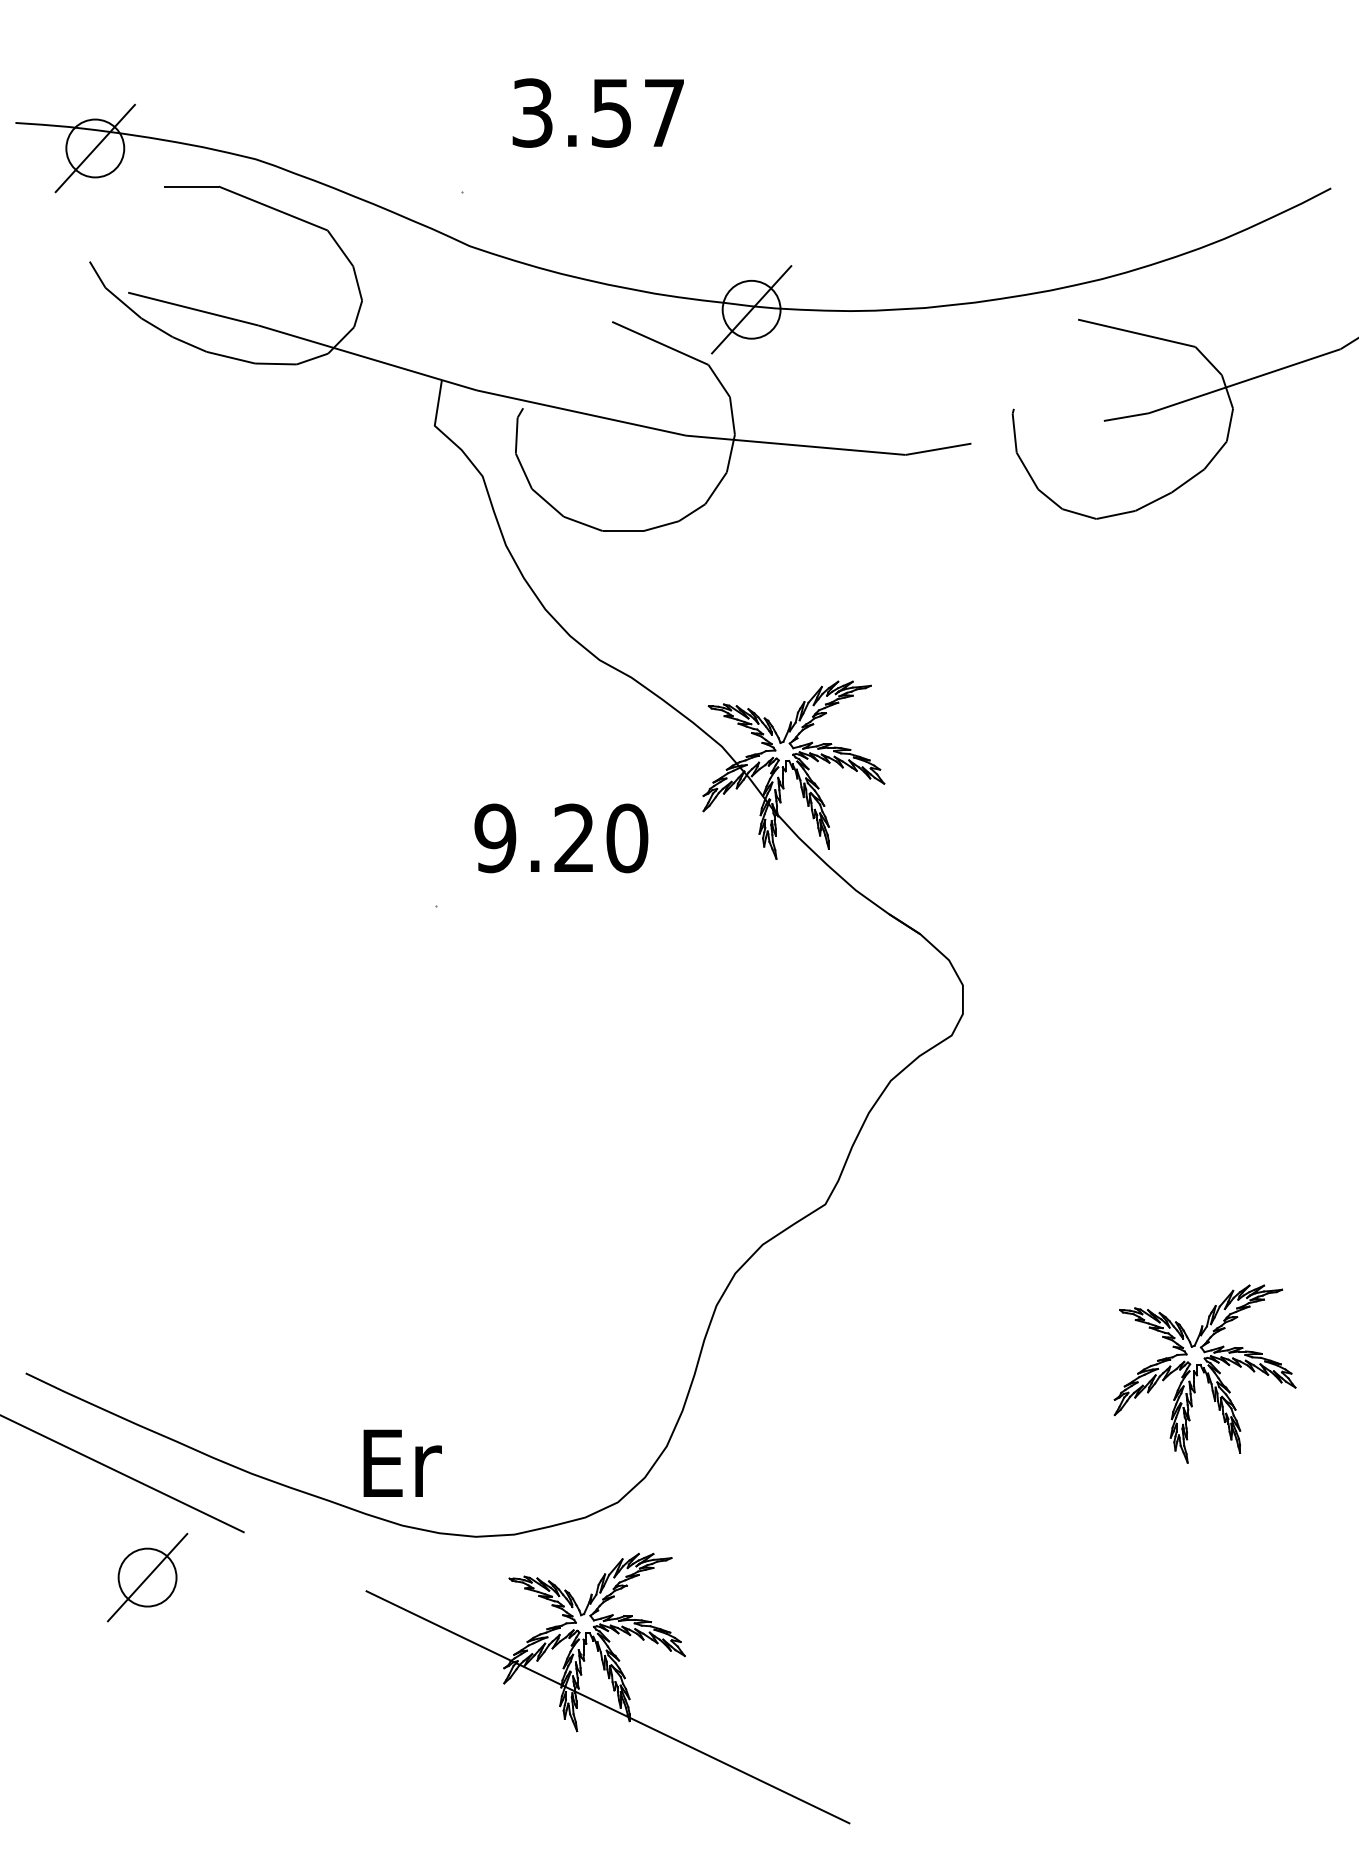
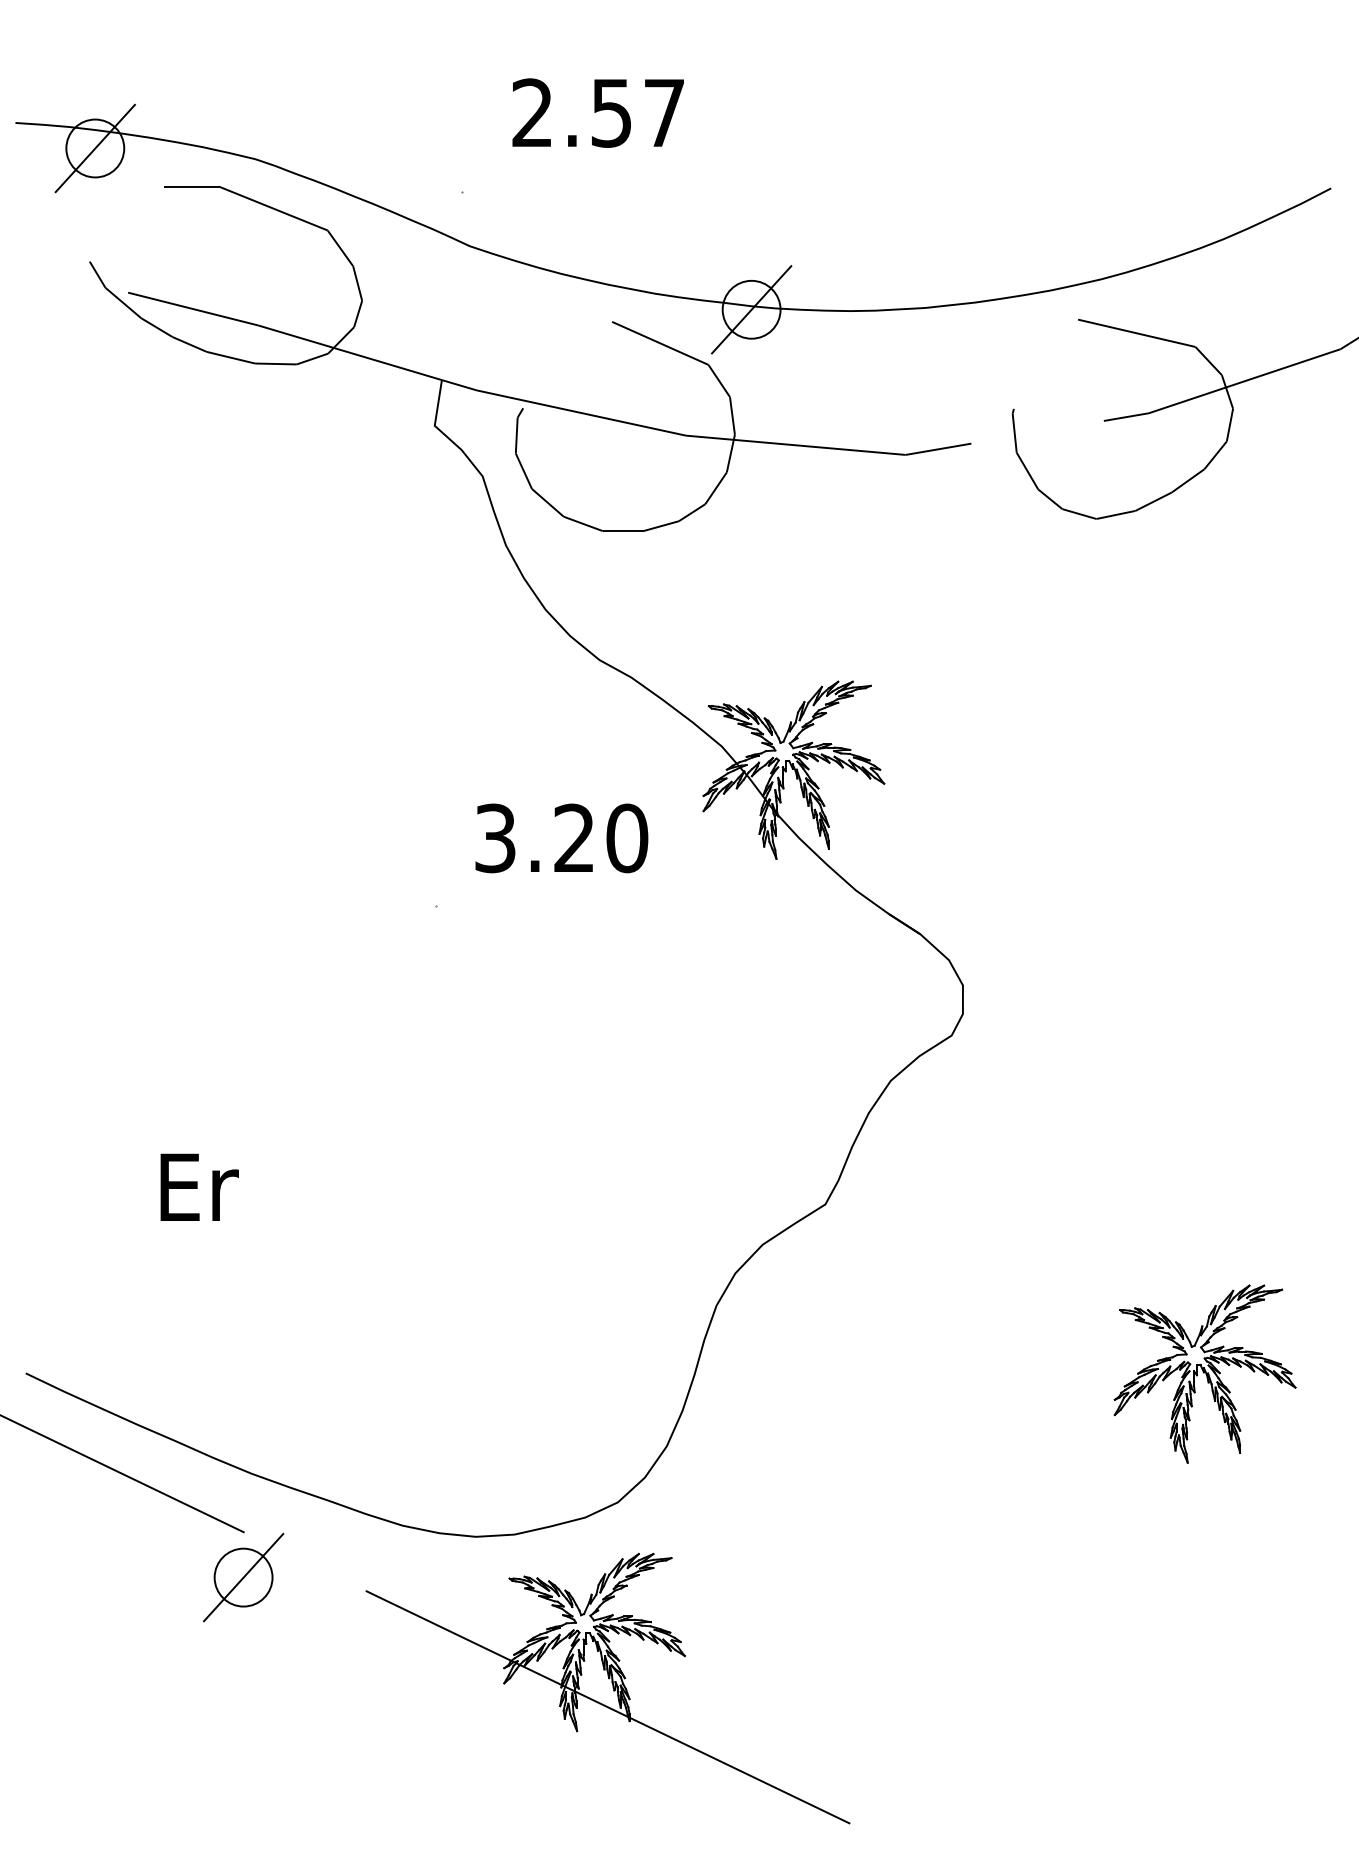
text at (532, 112): 3.57 -> 2.57
text at (495, 838): 9.20 -> 3.20
text at (402, 1462) position: (402, 1462) -> (199, 1186)
part at (147, 1577) position: (147, 1577) -> (243, 1577)
